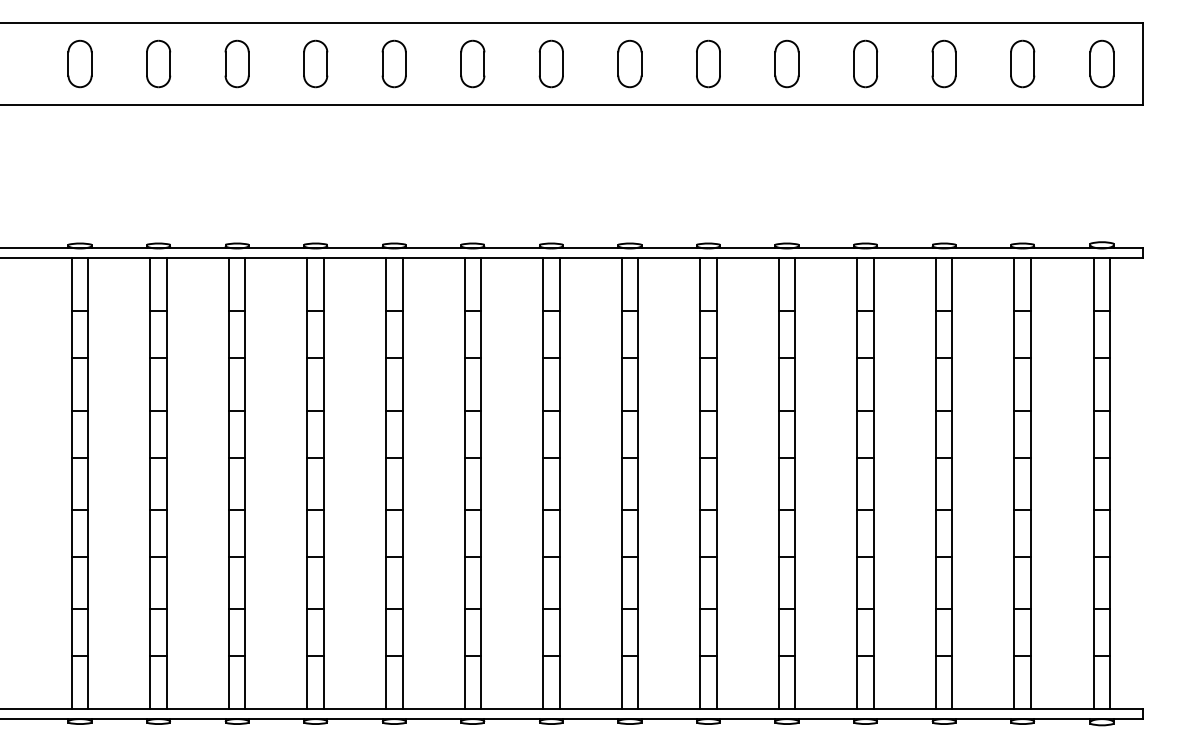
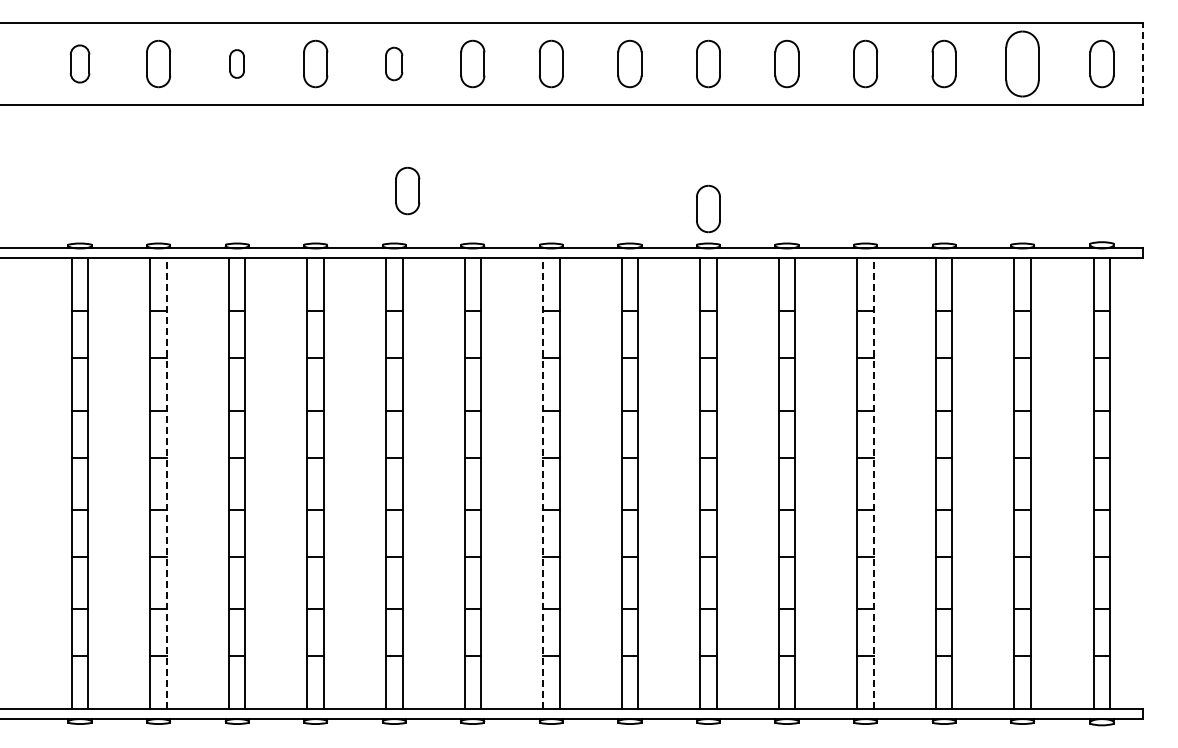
part at (79, 63) size: 26x50 px -> 21x40 px
part at (236, 63) size: 26x50 px -> 16x30 px
part at (393, 63) size: 26x50 px -> 19x36 px
part at (1022, 63) size: 26x50 px -> 35x68 px
line at (1142, 63): solid -> dashed
part at (407, 190): none -> present
part at (708, 208): none -> present
line at (166, 483): solid -> dashed
line at (543, 483): solid -> dashed
line at (873, 483): solid -> dashed
